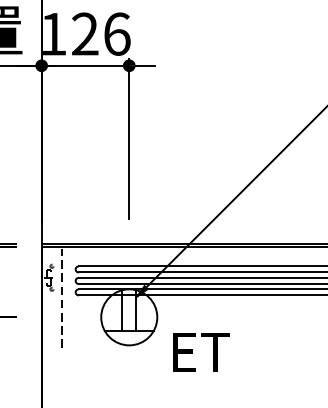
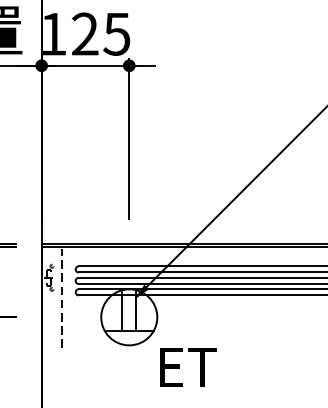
text at (116, 33): 126 -> 125
text at (201, 352) position: (201, 352) -> (188, 367)
